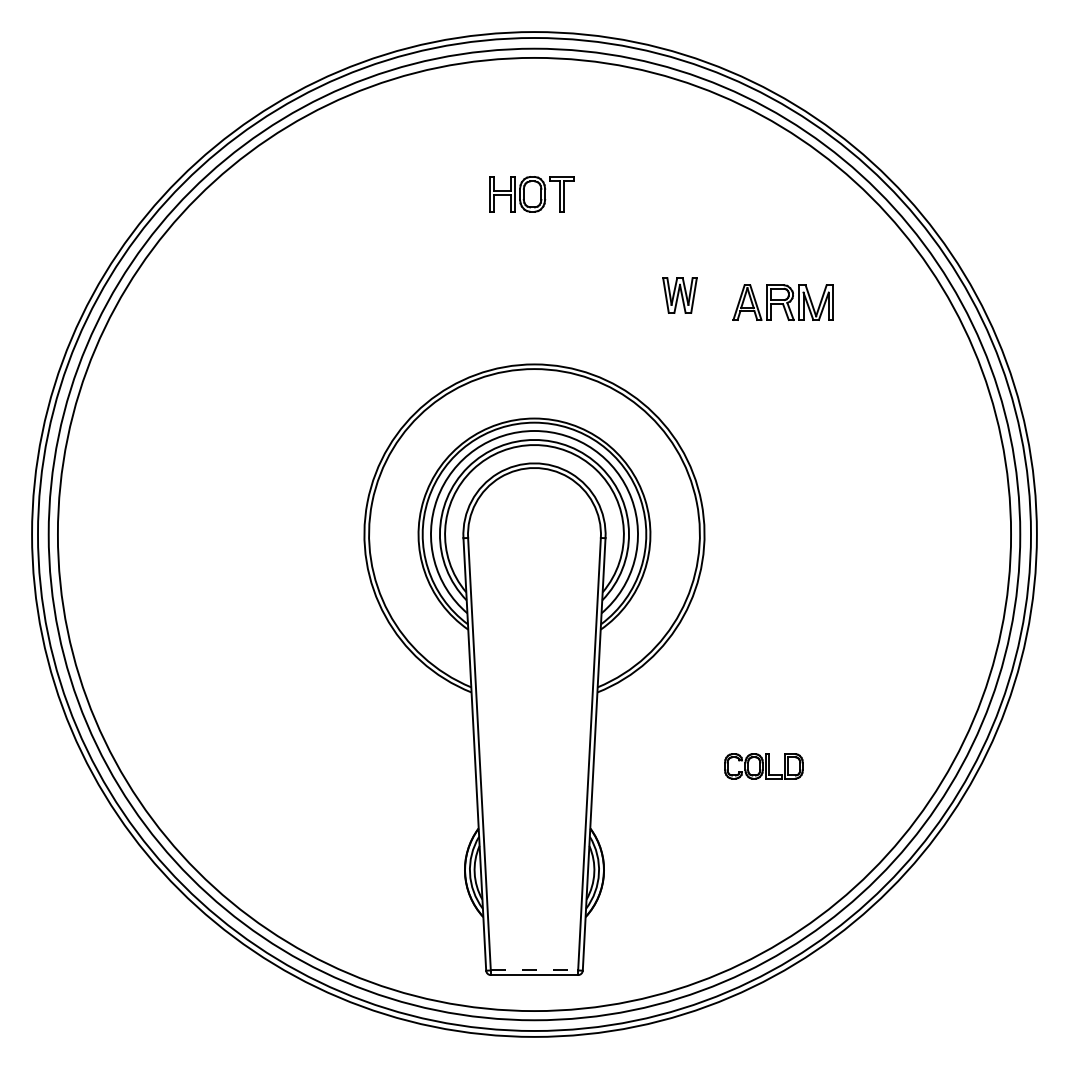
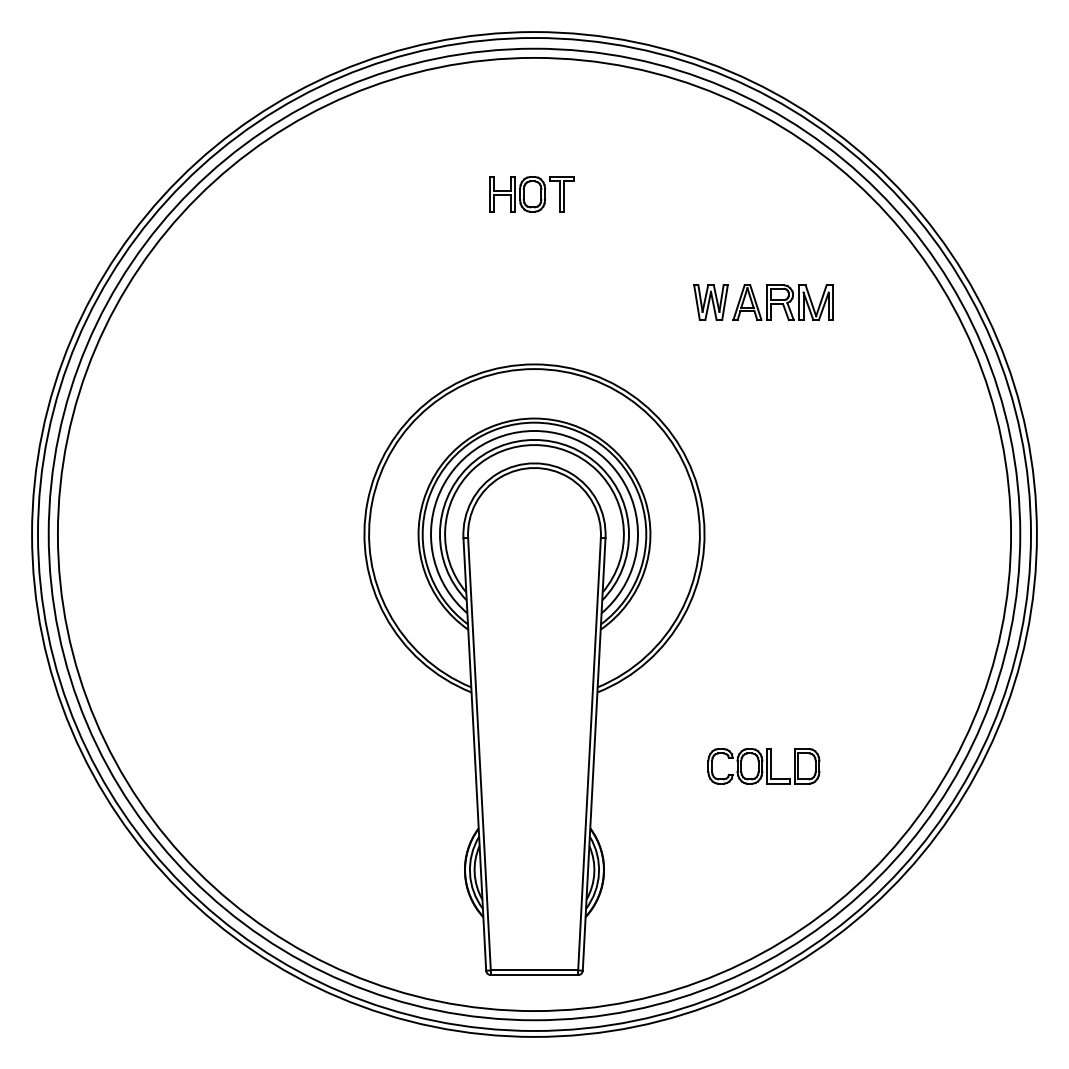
part at (679, 295) position: (679, 295) -> (710, 302)
part at (763, 766) size: 80x27 px -> 114x37 px
line at (534, 970): dashed -> solid
